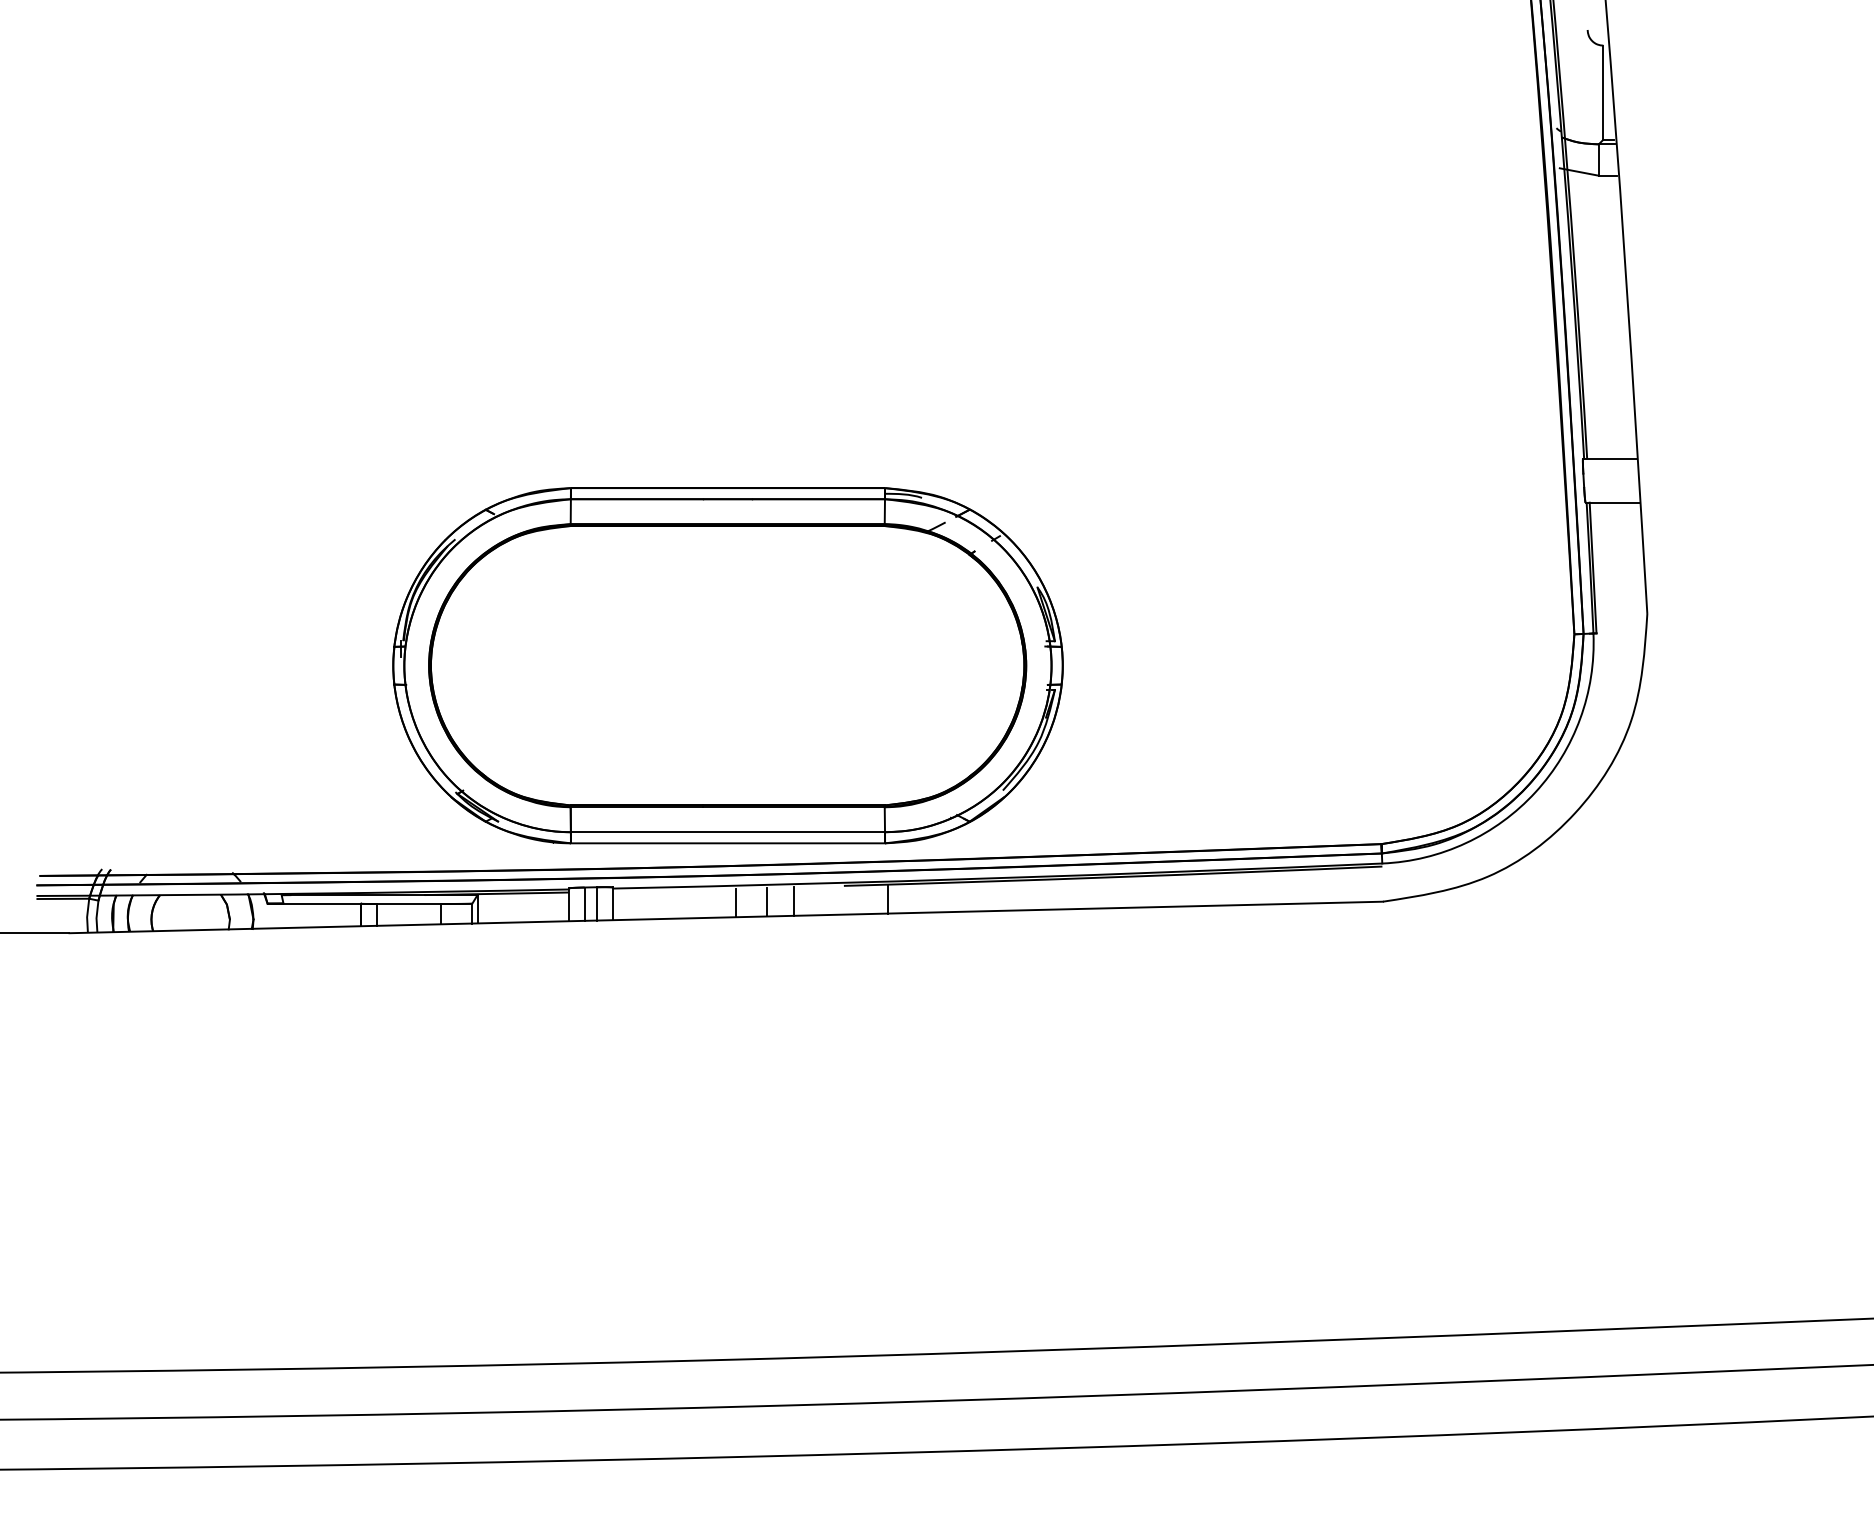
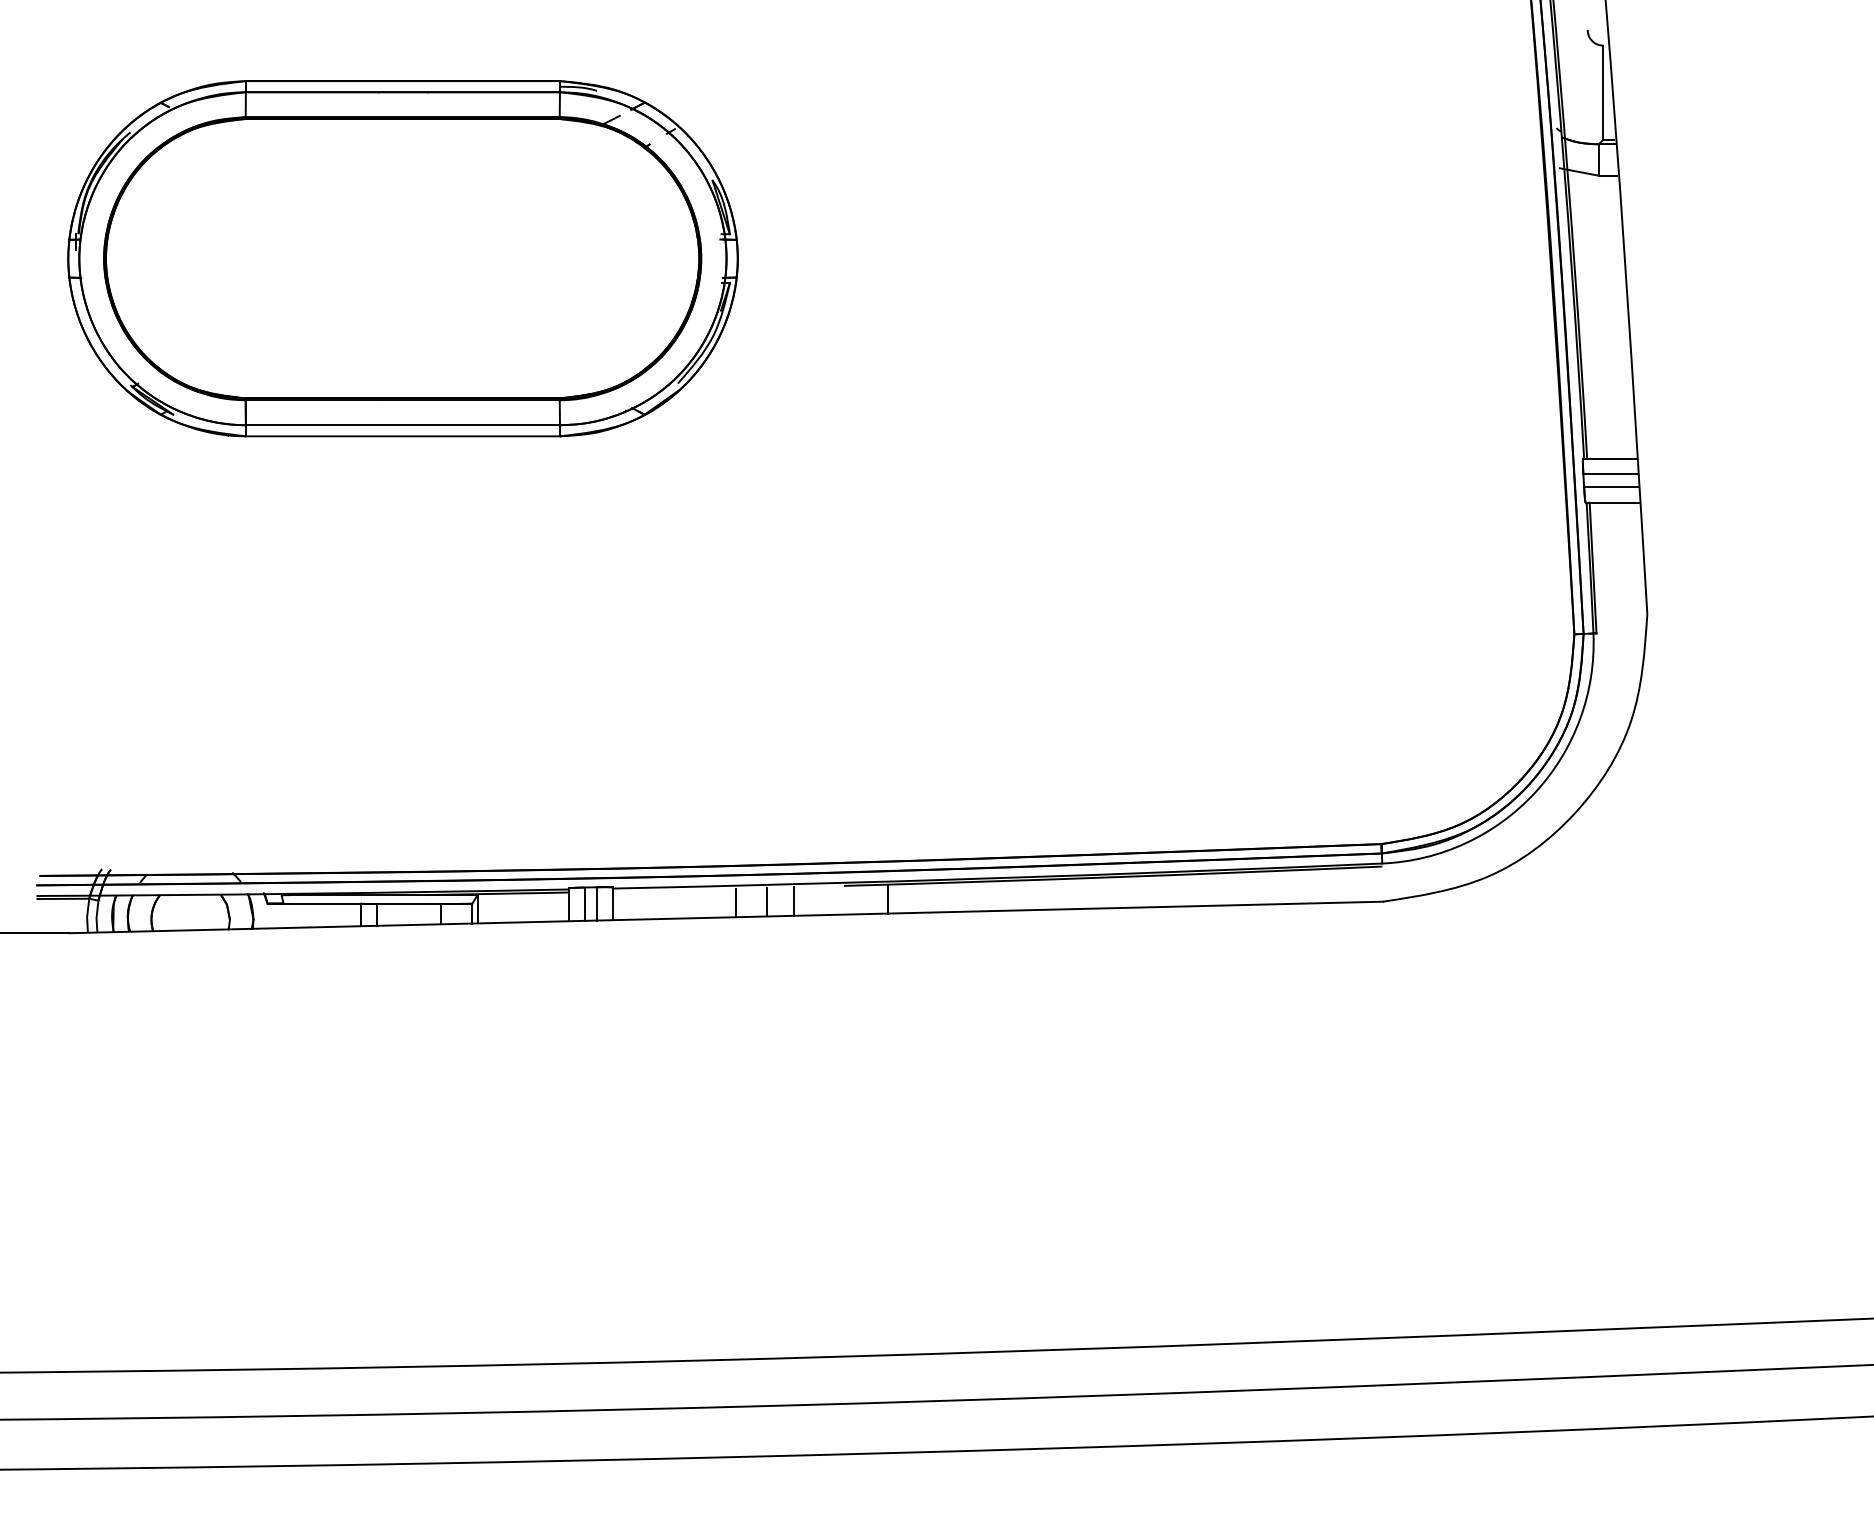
line at (1610, 474): none -> present
line at (1611, 486): none -> present
part at (727, 665) position: (727, 665) -> (402, 258)
